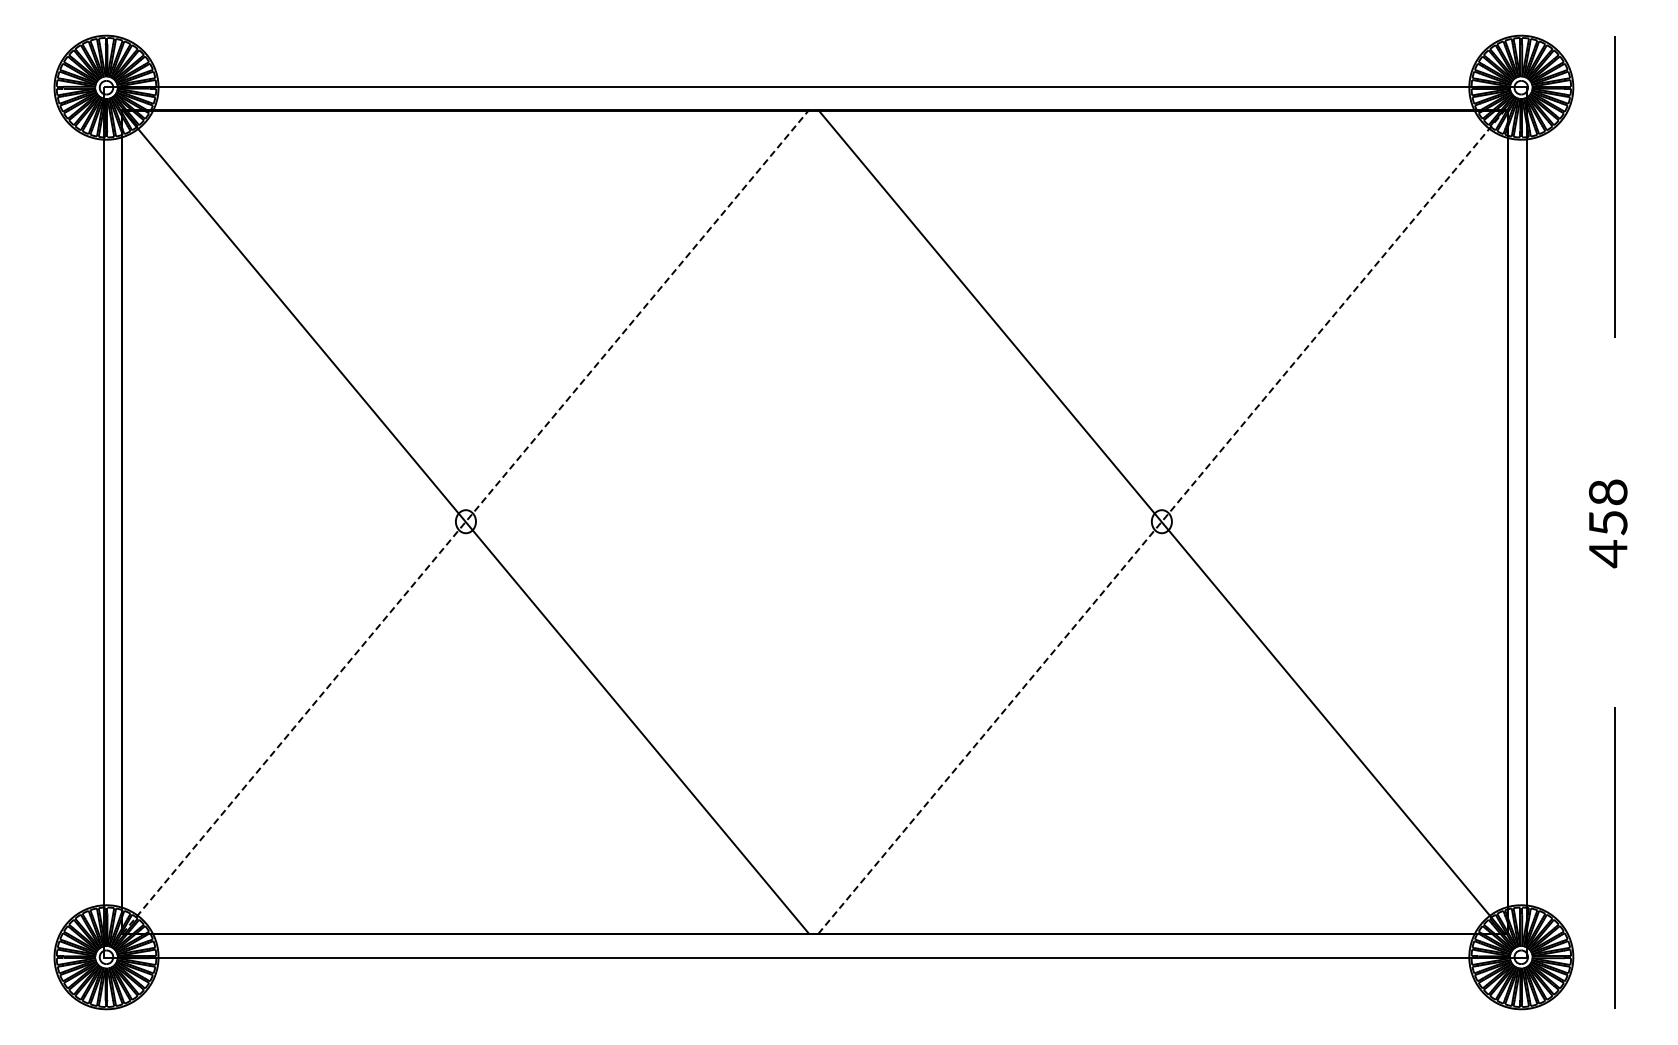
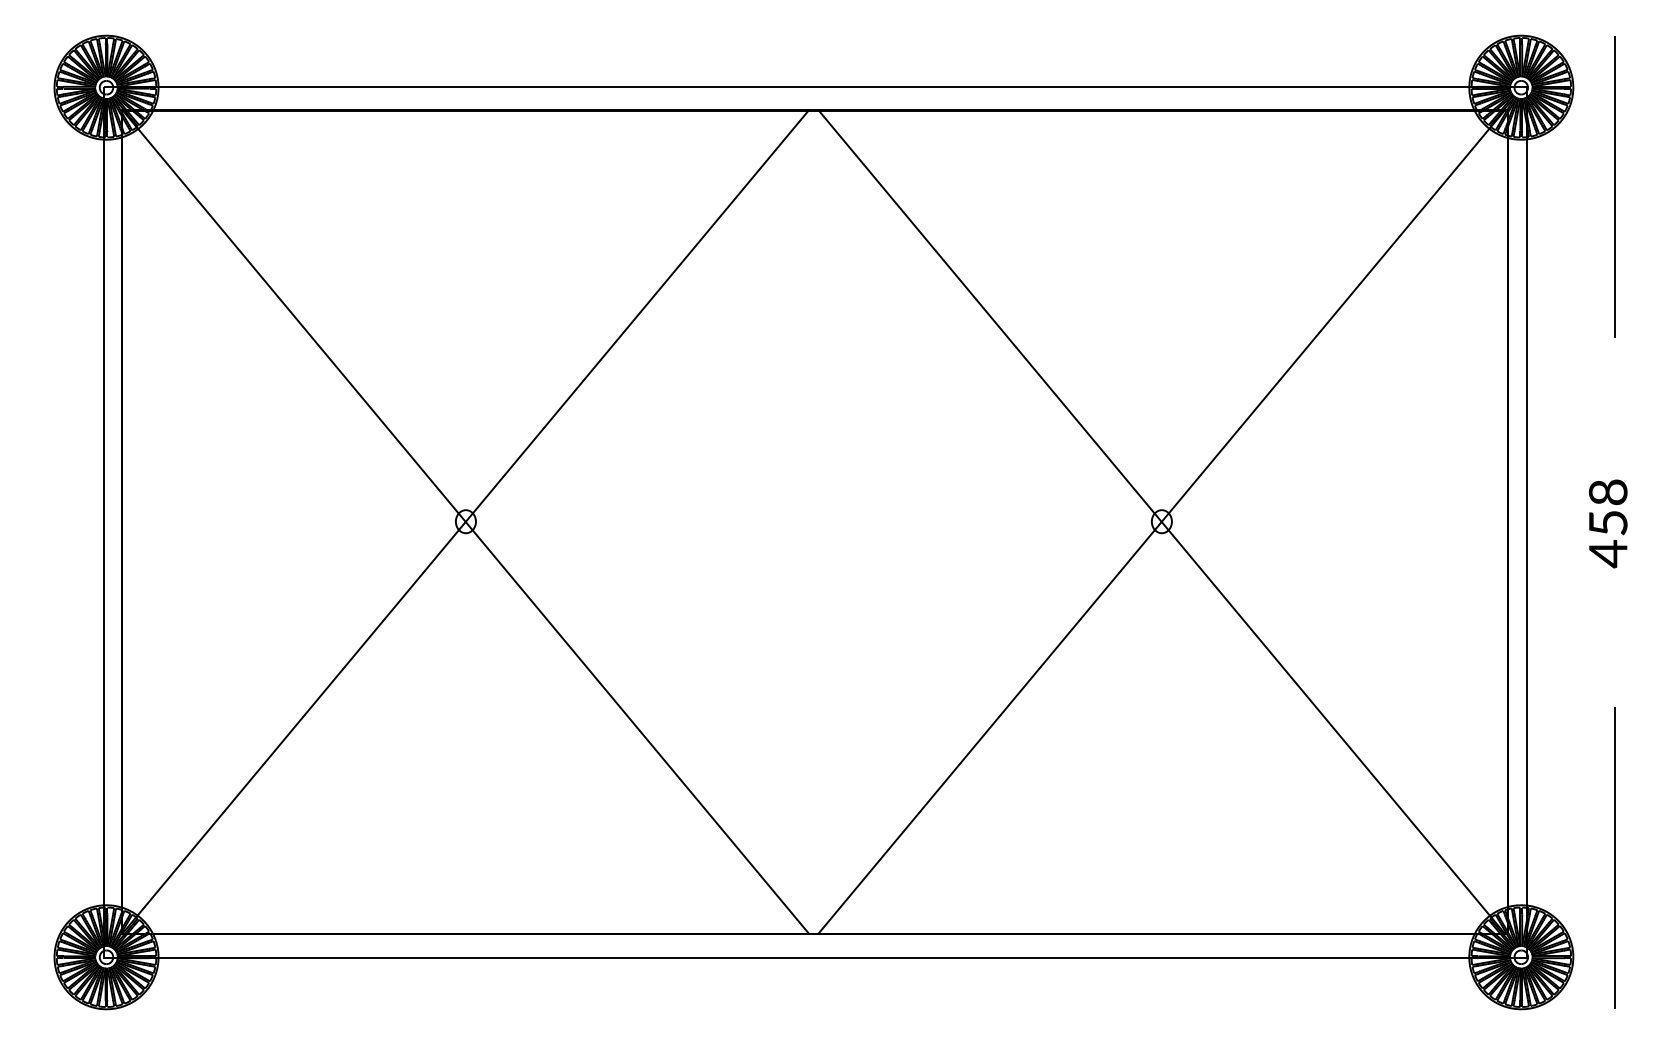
line at (466, 521): dashed -> solid
line at (1162, 521): dashed -> solid
